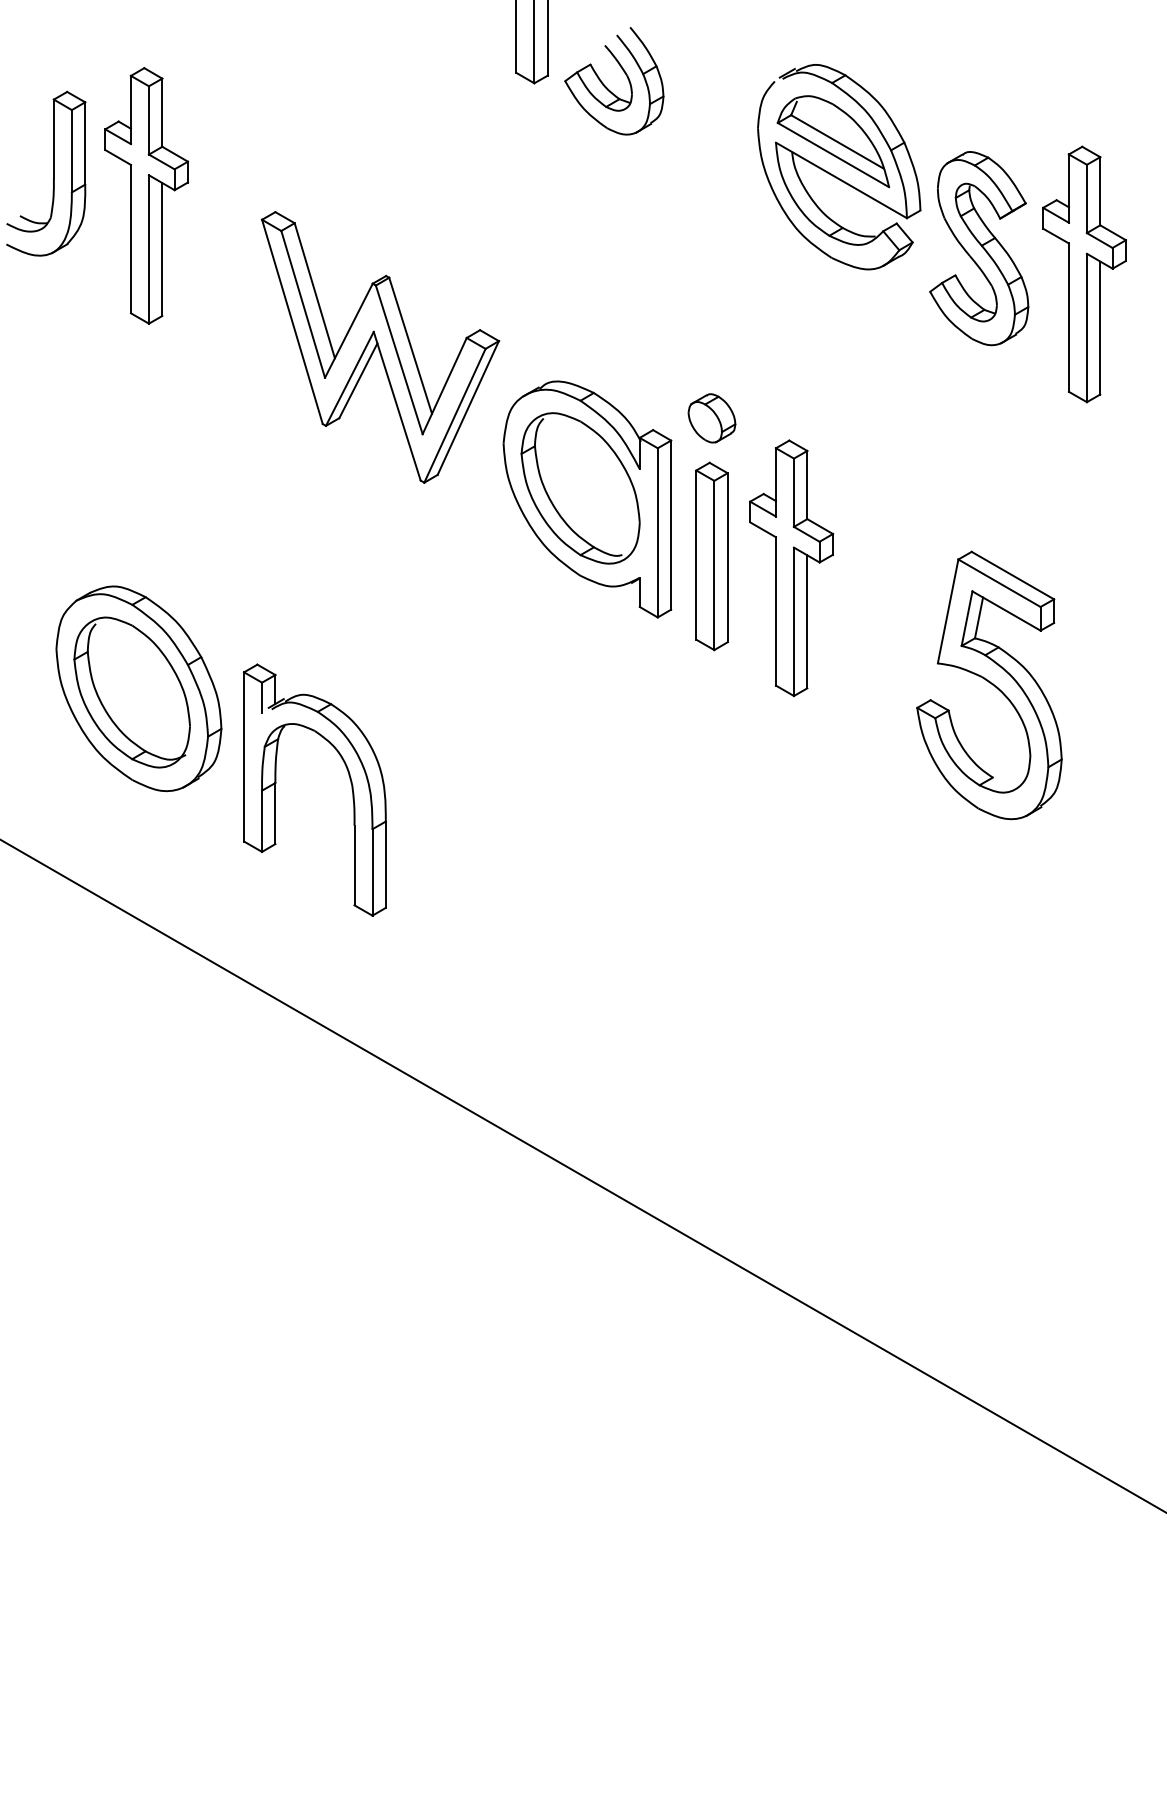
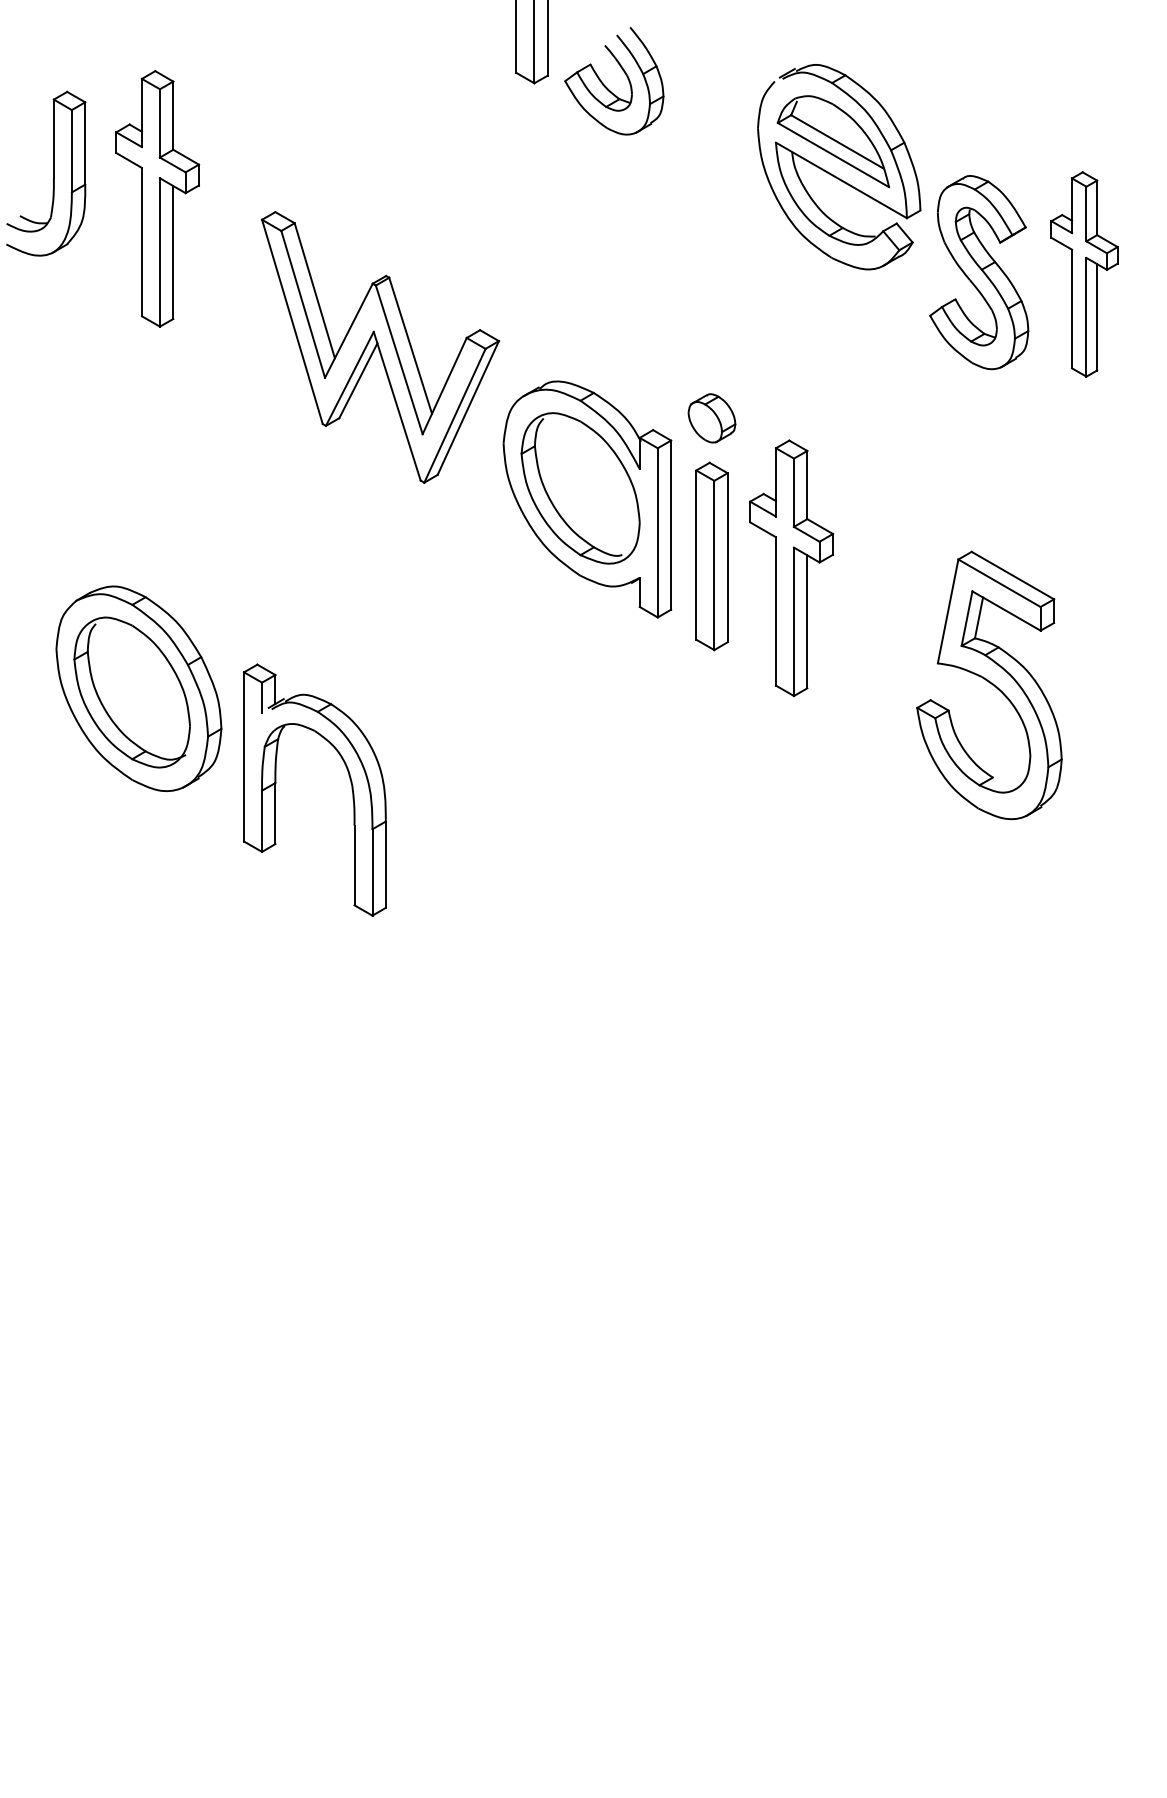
part at (146, 195) position: (146, 195) -> (157, 198)
part at (979, 248) position: (979, 248) -> (979, 272)
part at (1084, 274) size: 85x259 px -> 69x207 px
line at (582, 1175): present -> none
